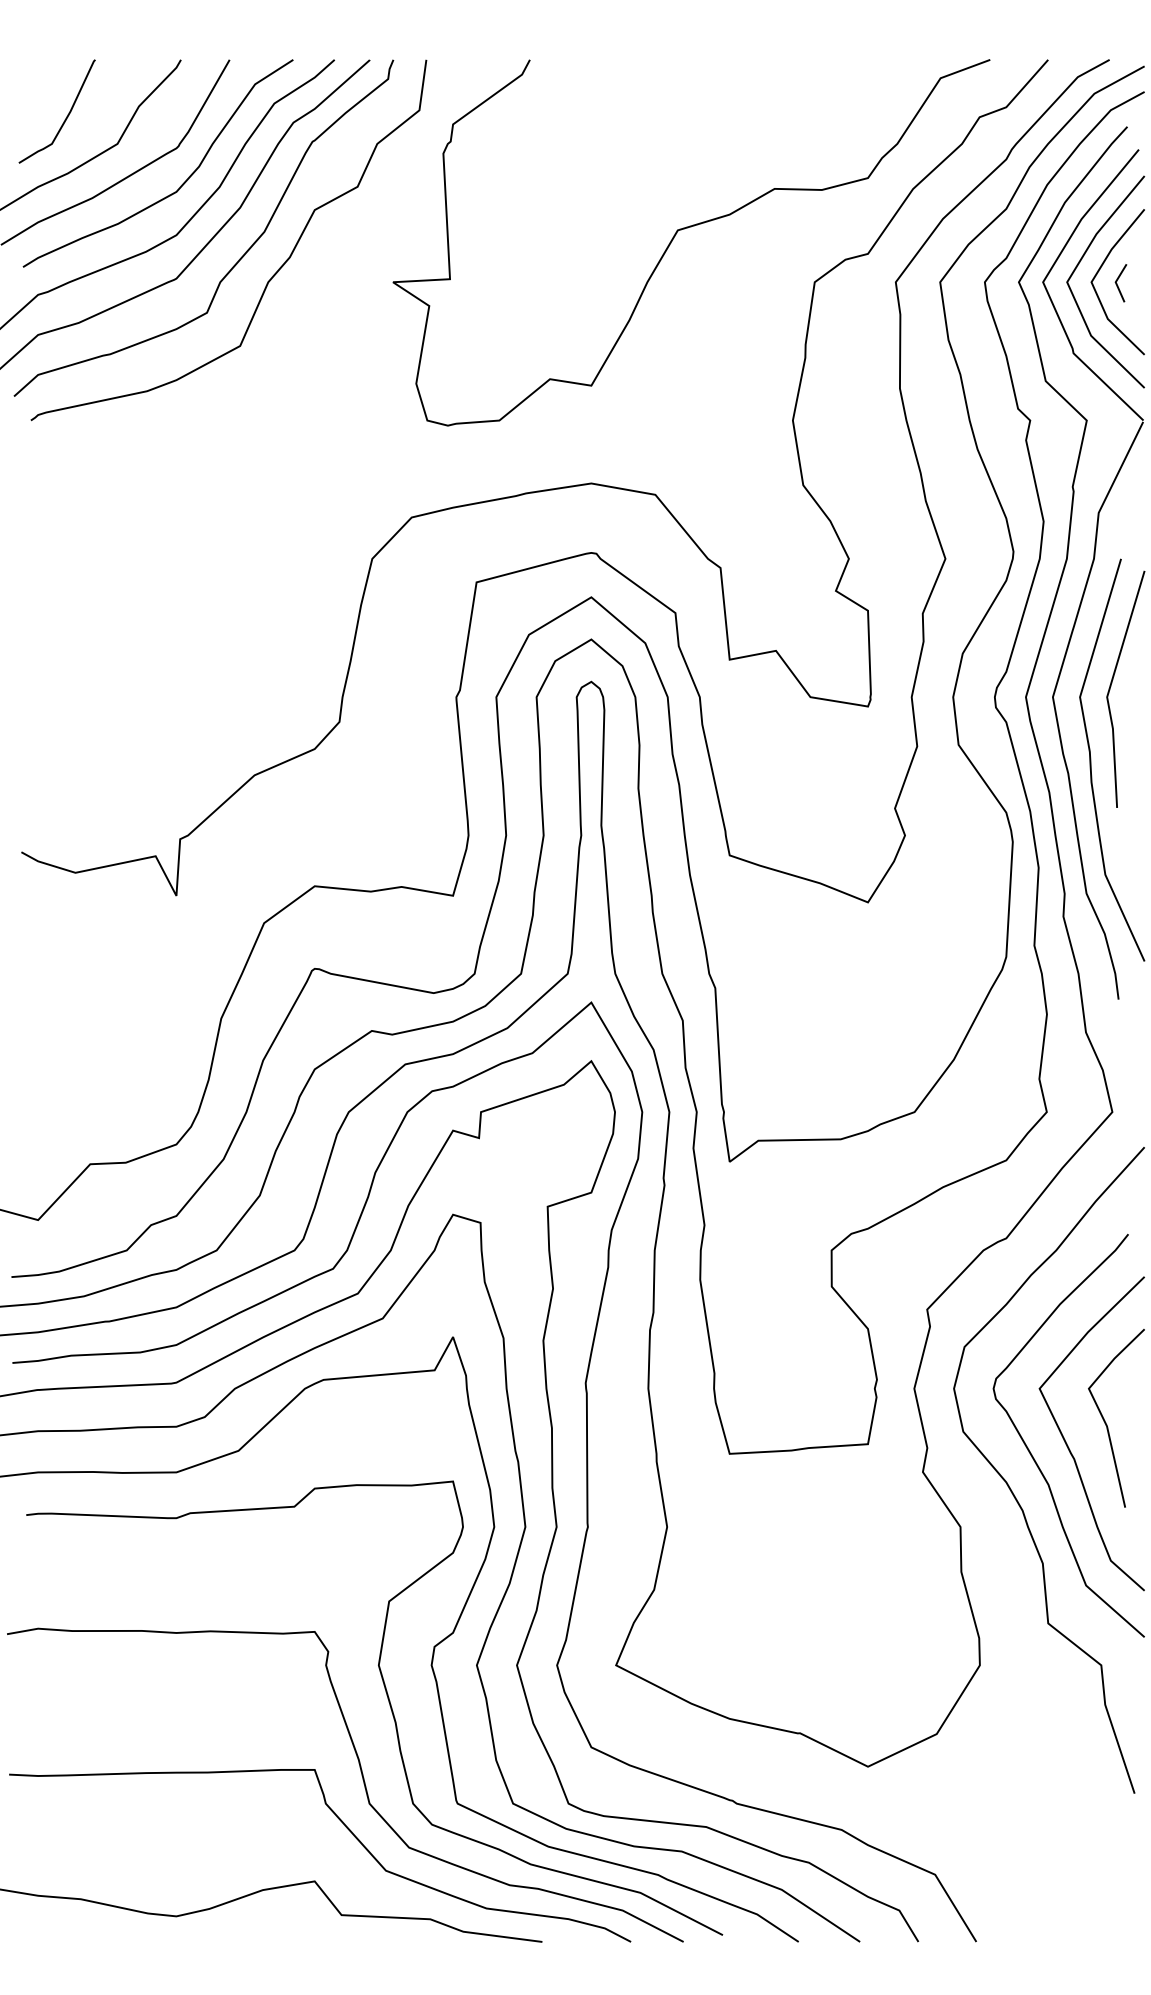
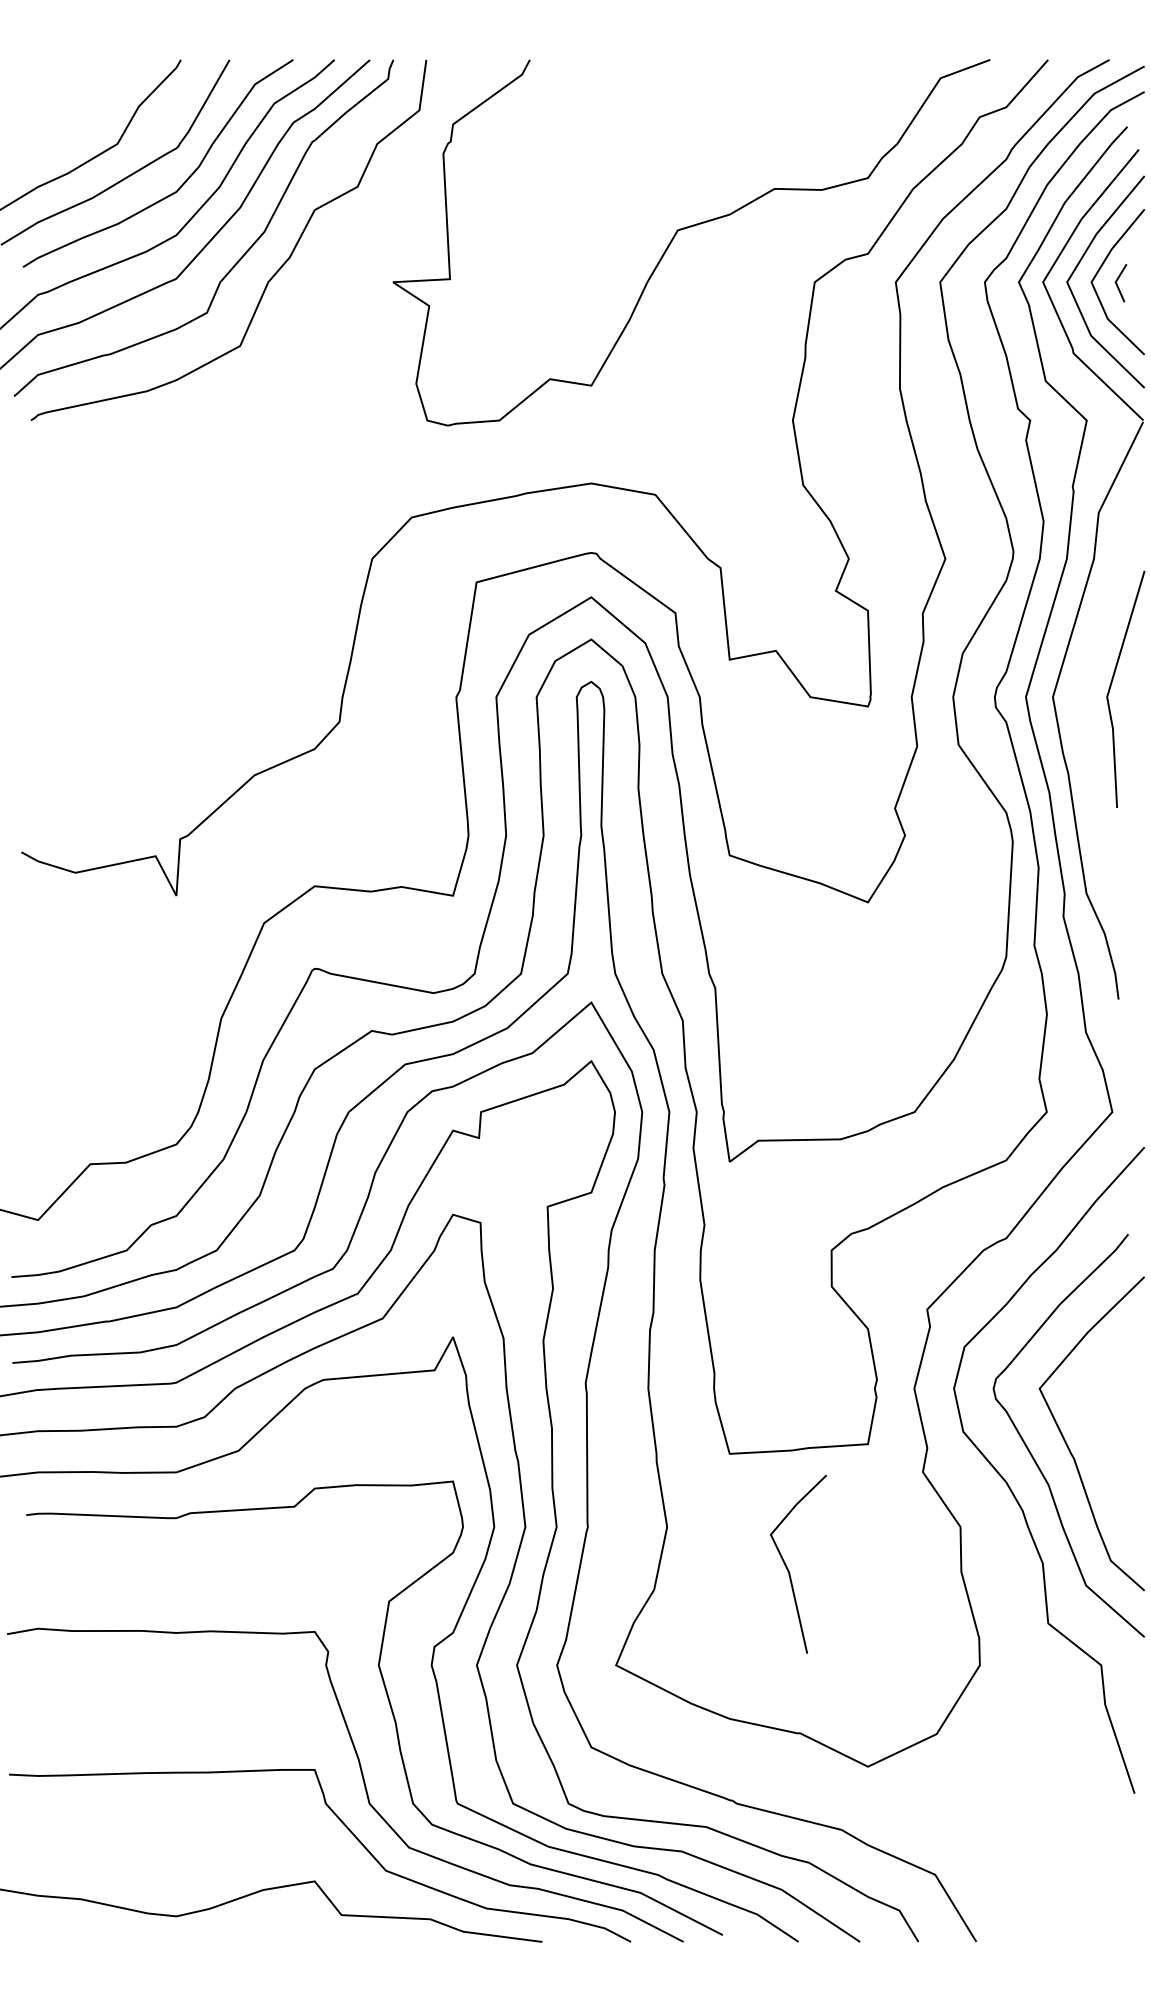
curve at (66, 116): present -> none
curve at (1091, 759): present -> none
line at (1106, 1422) position: (1106, 1422) -> (788, 1568)
